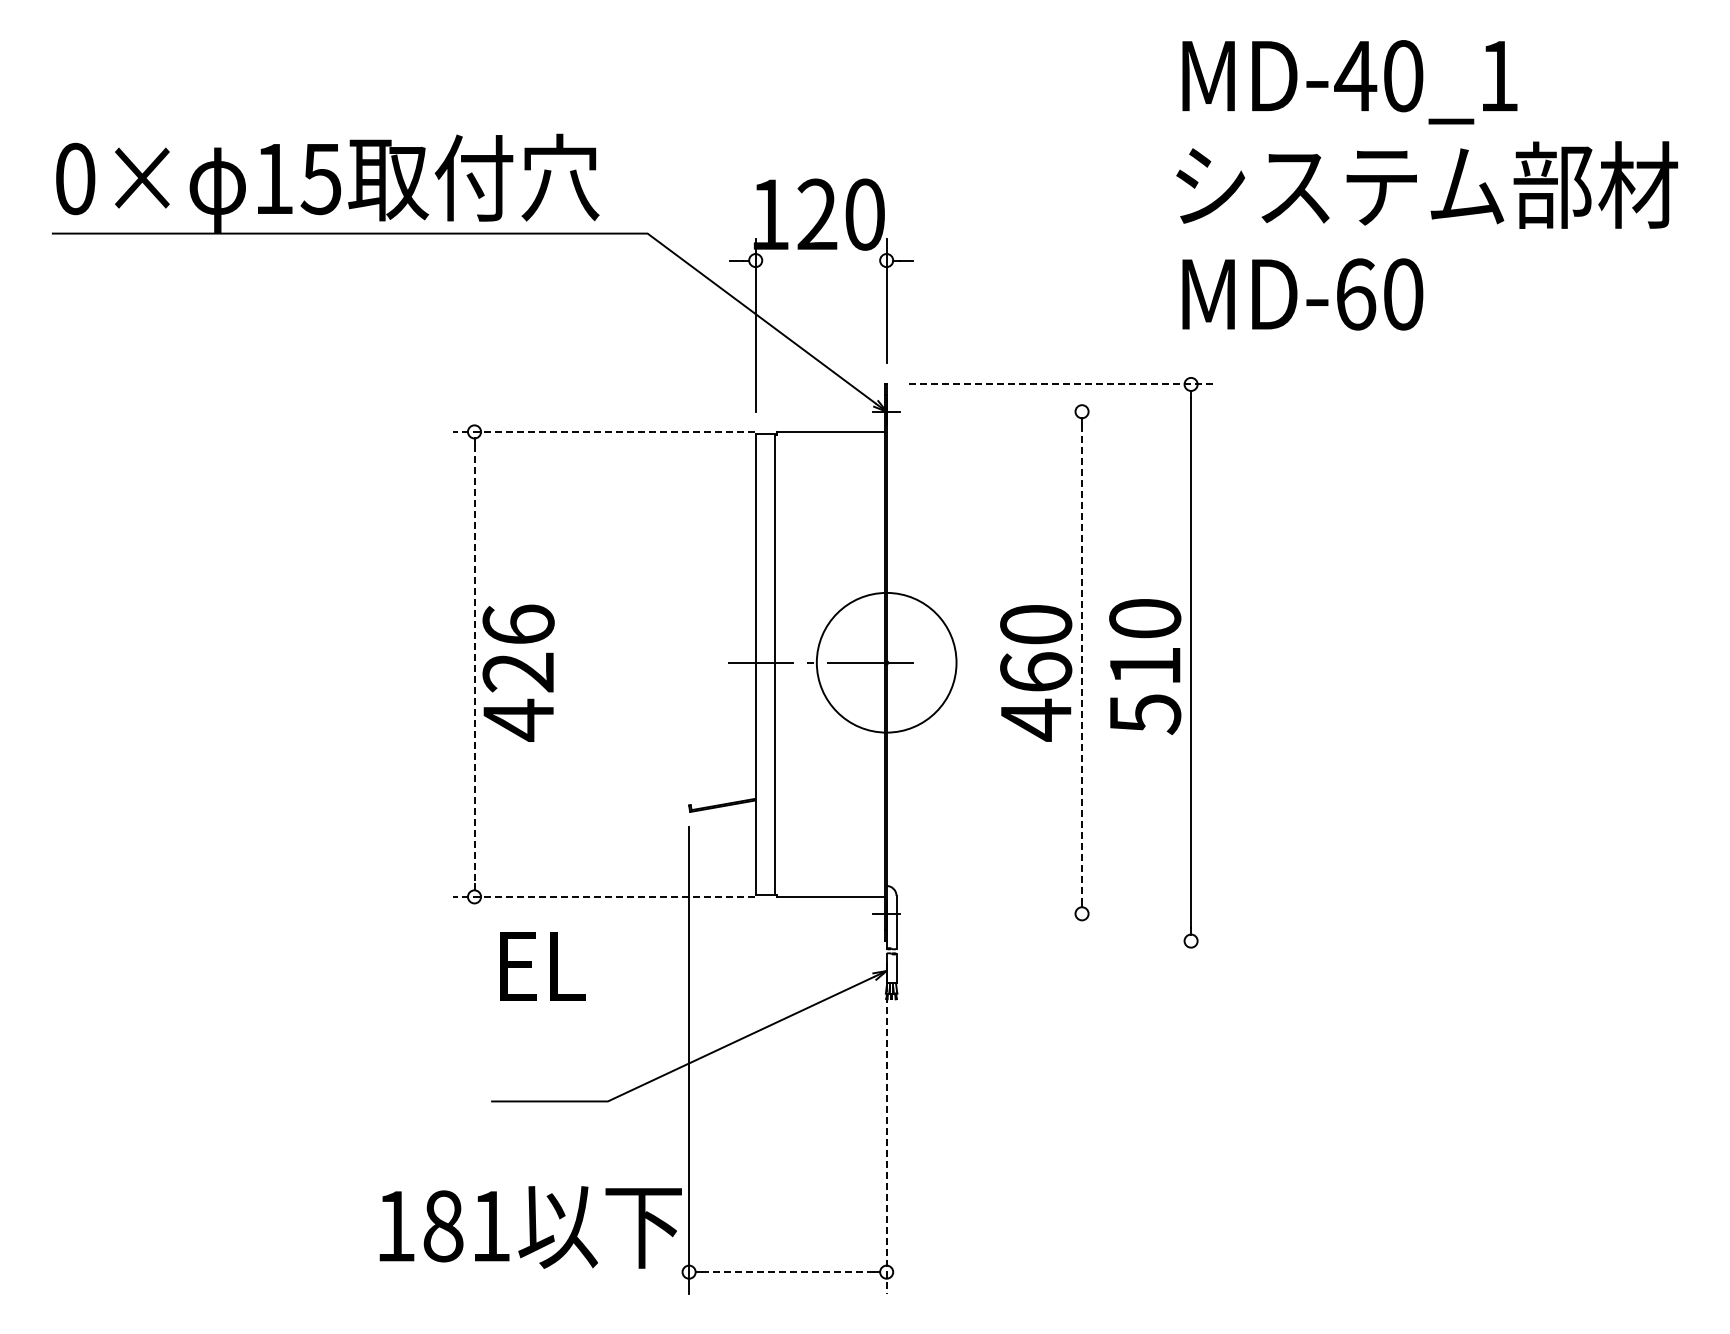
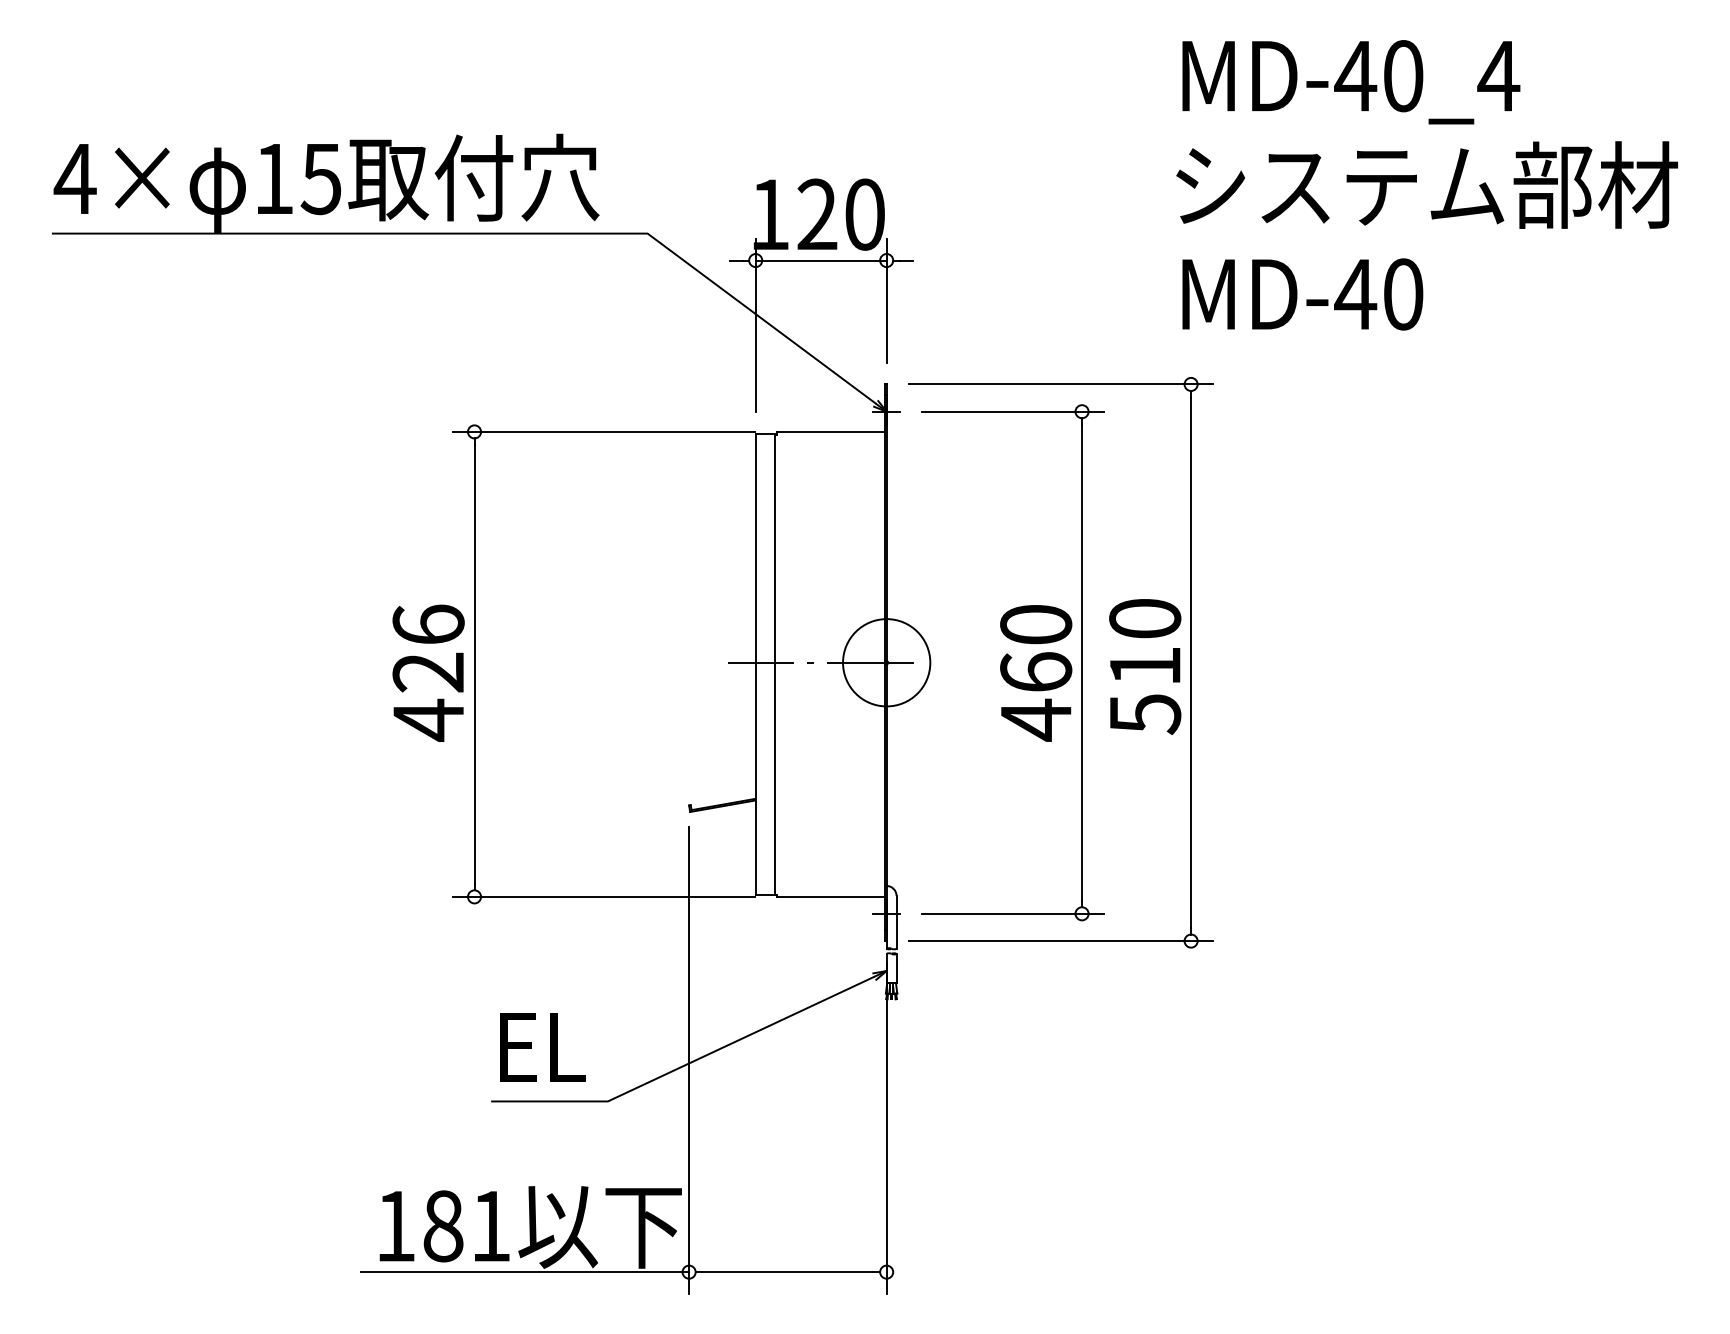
text at (1498, 76): MD-40_1 -> MD-40_4
text at (74, 178): 0× -> 4×
line at (820, 260): none -> present
text at (1355, 294): MD-60 -> MD-40
line at (1061, 384): dashed -> solid
line at (1012, 411): none -> present
line at (603, 431): dashed -> solid
circle at (886, 662) diameter: 140 px -> 87 px
line at (1082, 662): dashed -> solid
line at (474, 664): dashed -> solid
text at (518, 672) position: (518, 672) -> (428, 672)
line at (603, 896): dashed -> solid
line at (1012, 913): none -> present
line at (1060, 941): none -> present
text at (542, 966) position: (542, 966) -> (542, 1047)
line at (886, 1128): dashed -> solid
line at (525, 1272): none -> present
line at (787, 1272): dashed -> solid
